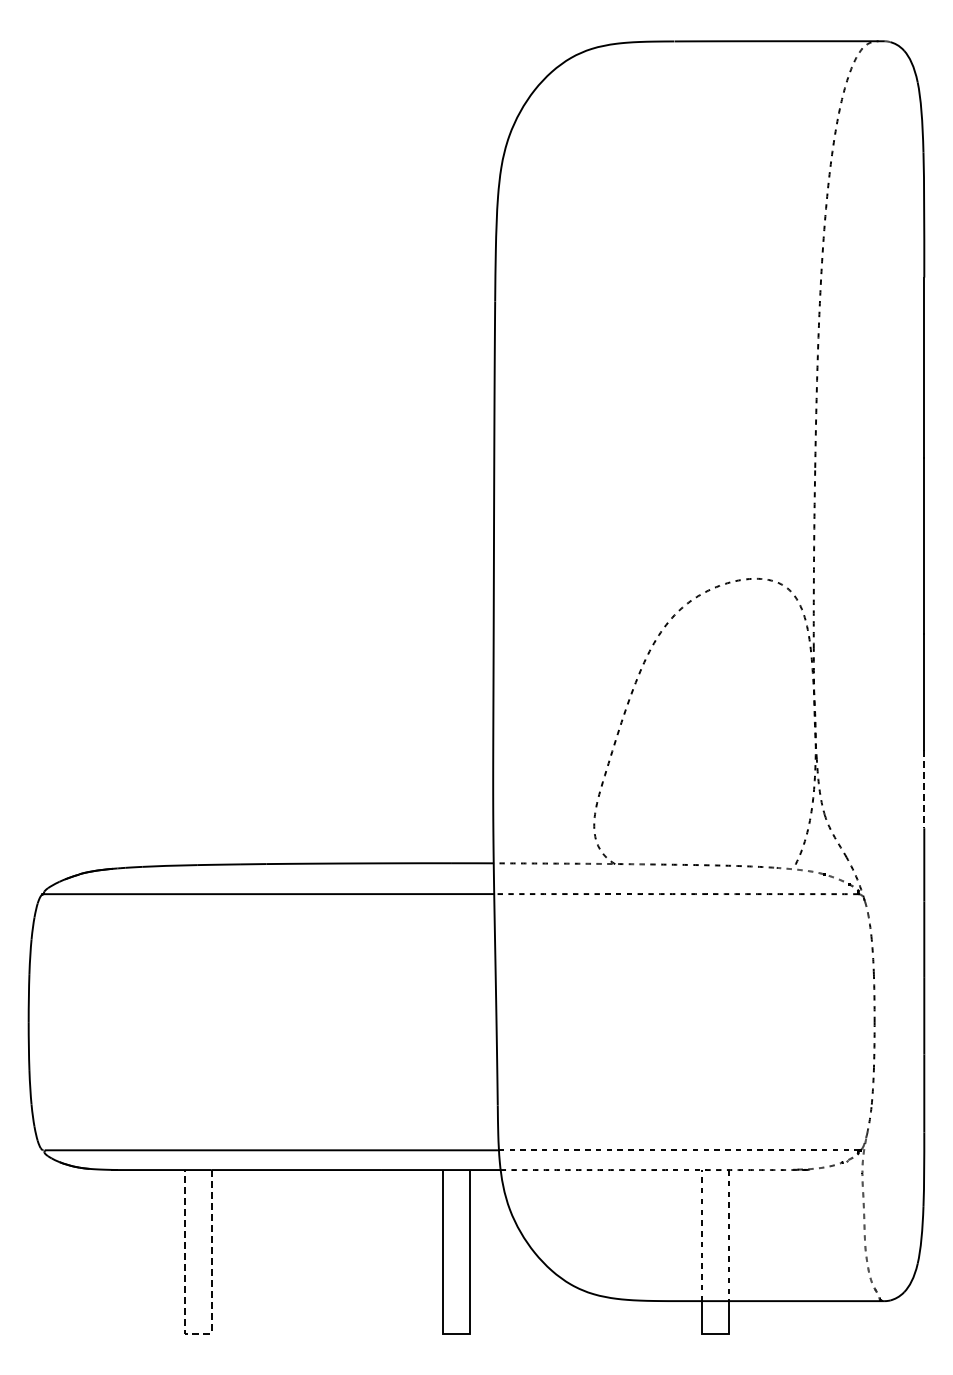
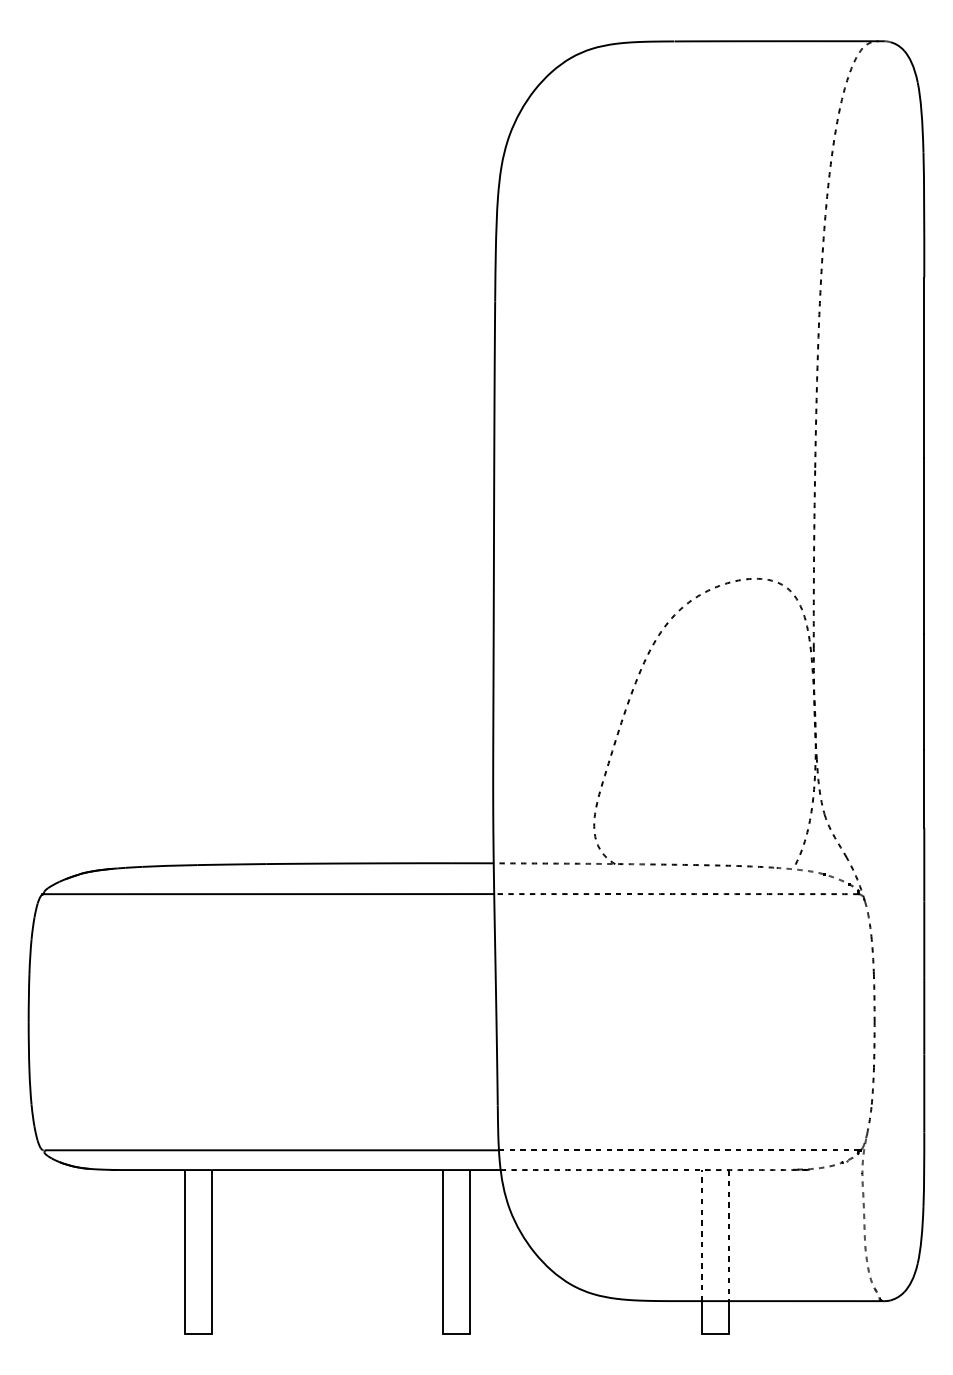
line at (924, 789): dashed -> solid
line at (197, 1333): dashed -> solid
